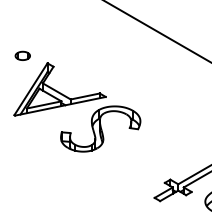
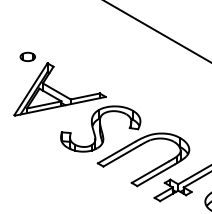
part at (22, 55) position: (22, 55) -> (27, 56)
part at (135, 149): none -> present
